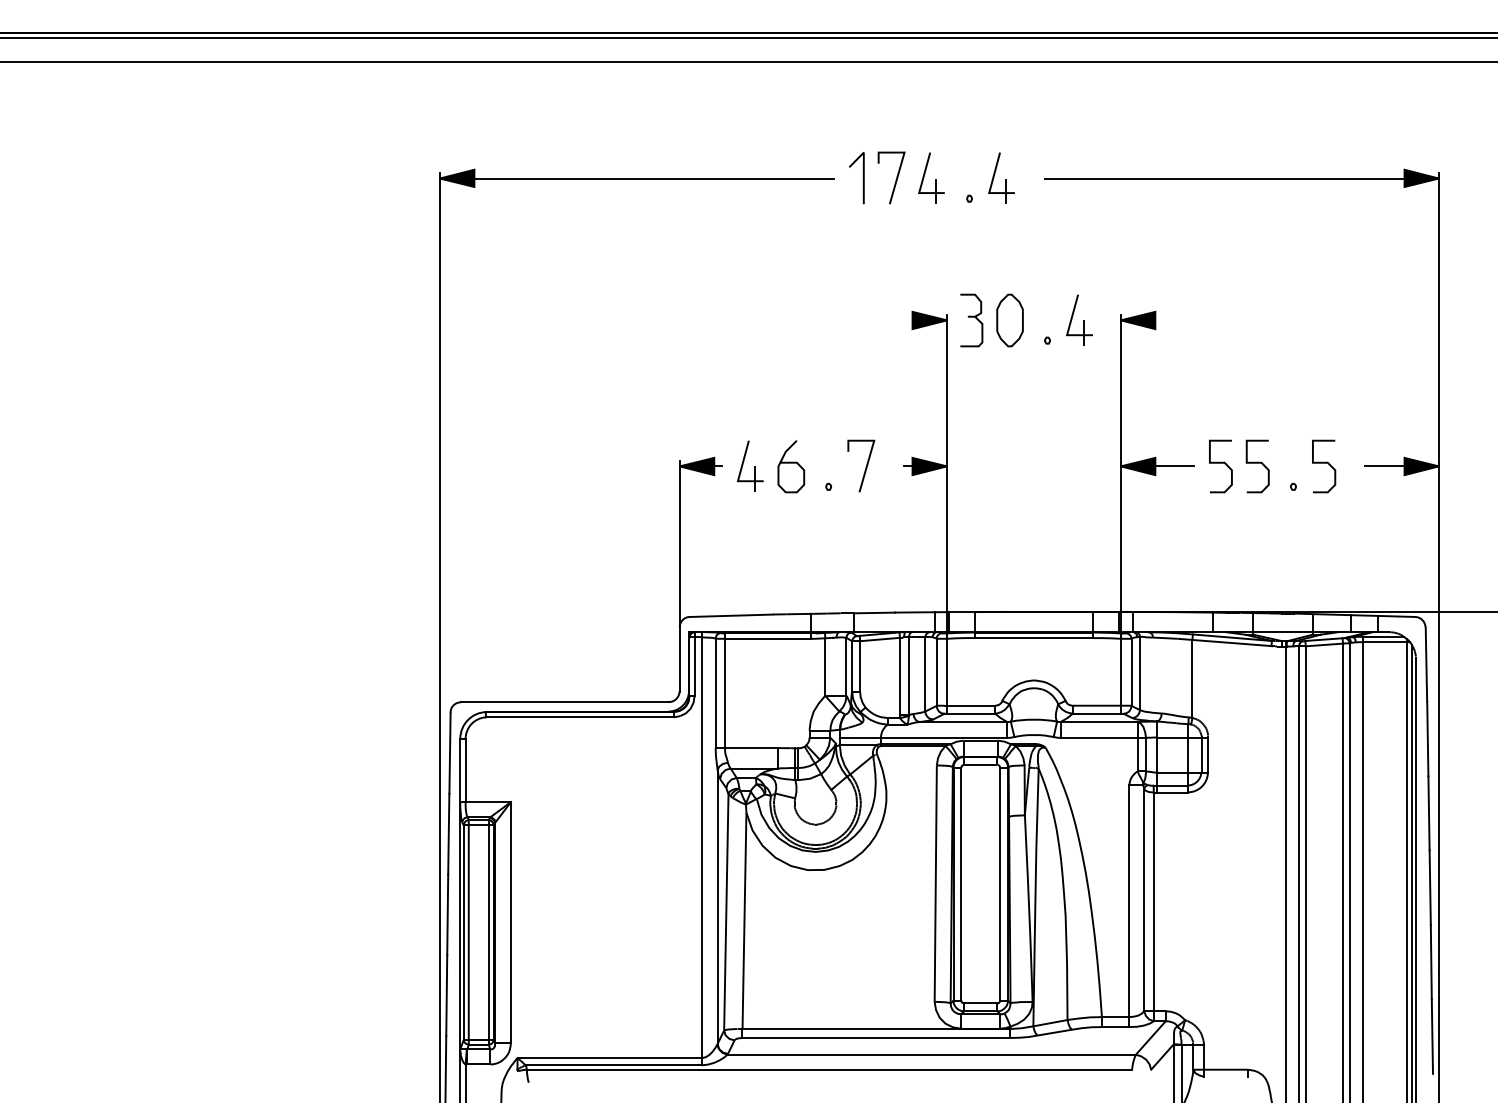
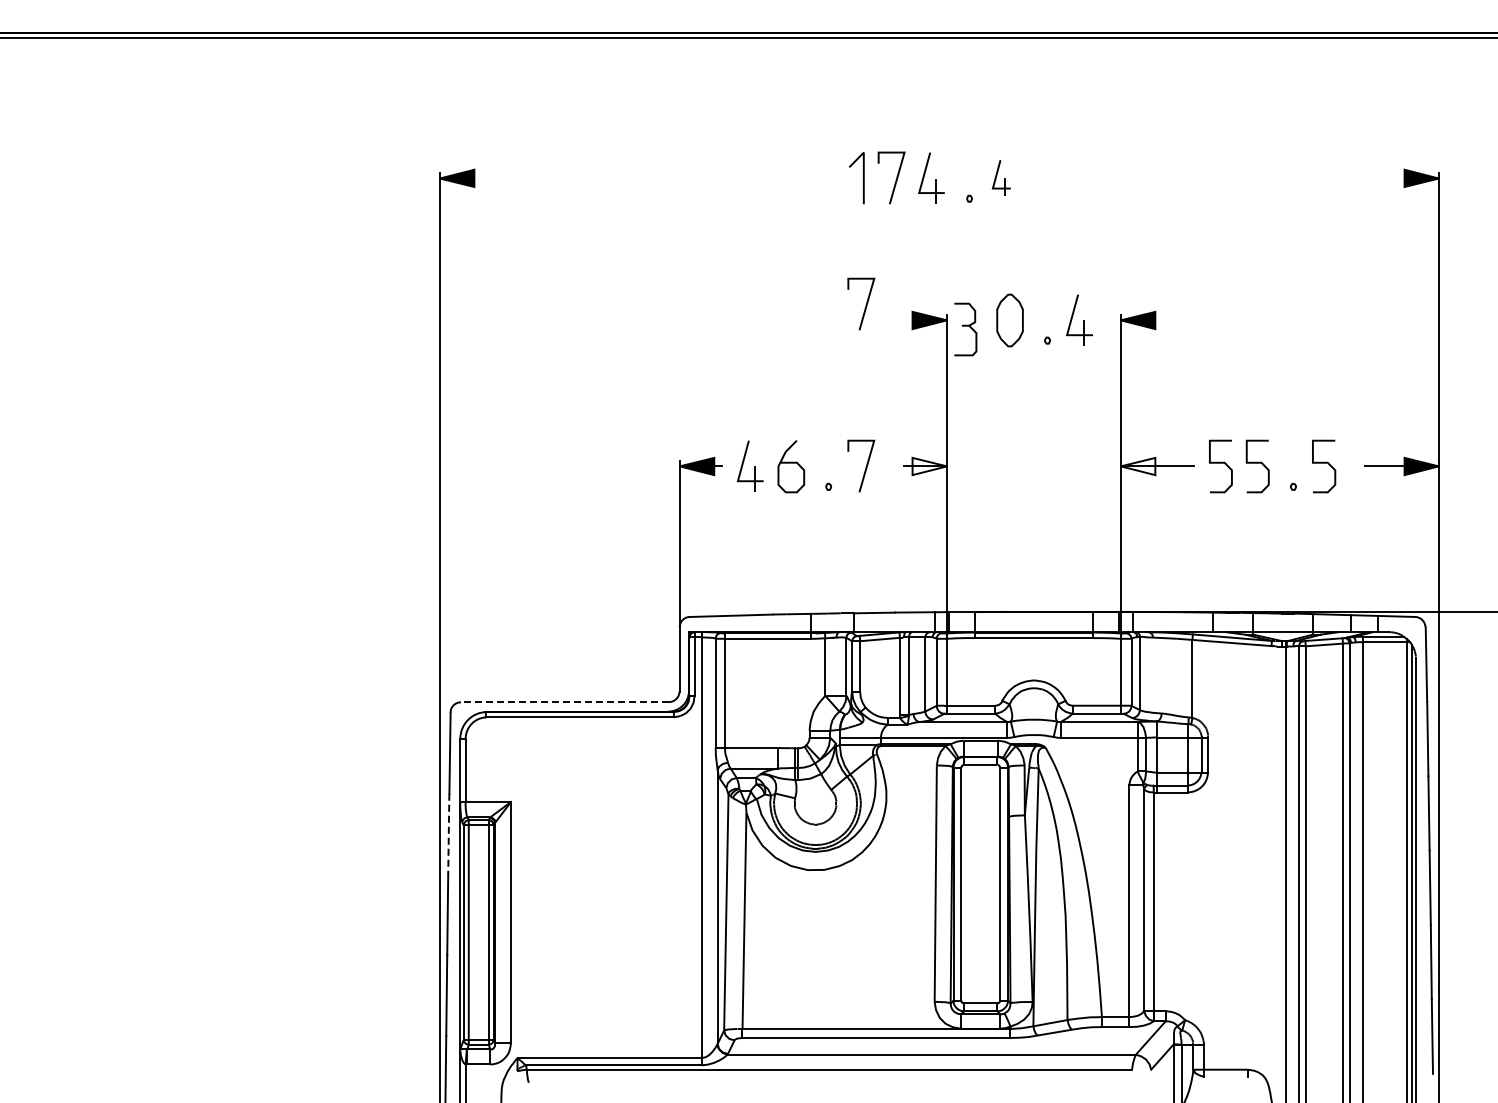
line at (748, 61): present -> none
part at (1001, 177) size: 27x52 px -> 20x36 px
line at (636, 178): present -> none
line at (1241, 178): present -> none
line at (865, 304): none -> present
part at (971, 320) position: (971, 320) -> (965, 329)
fill at (929, 466): present -> none
fill at (1137, 466): present -> none
line at (564, 702): solid -> dashed
line at (448, 834): solid -> dashed
